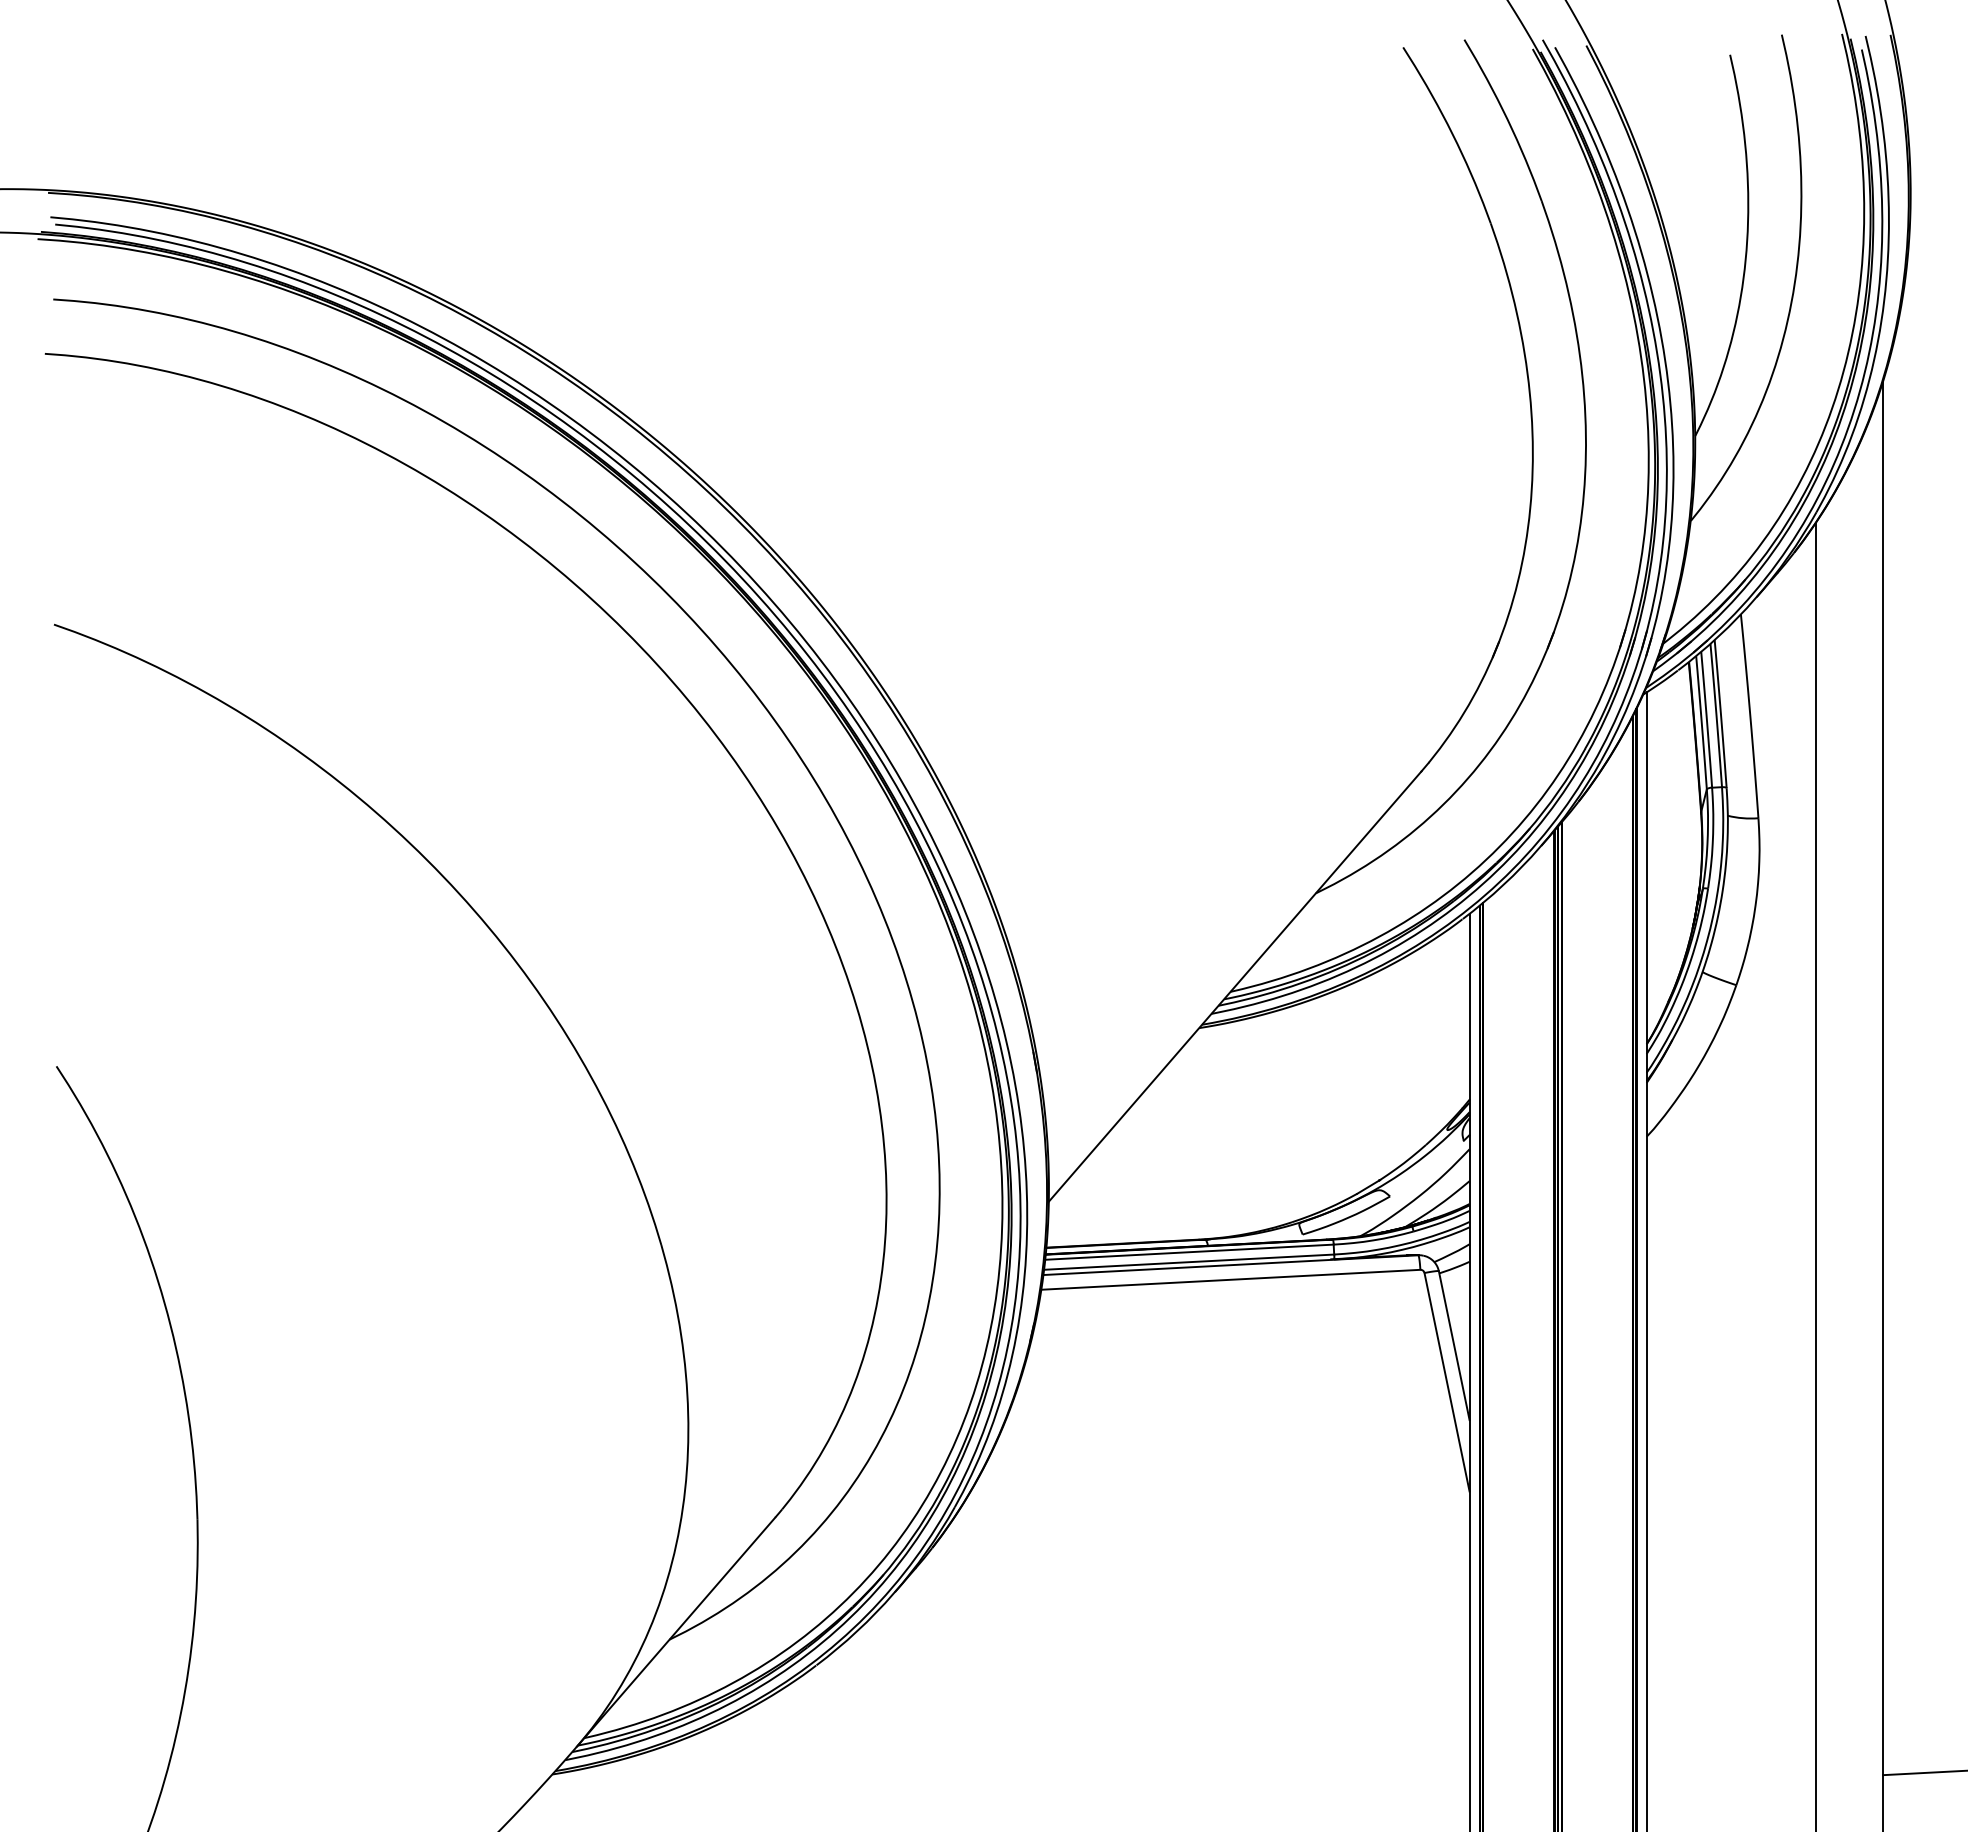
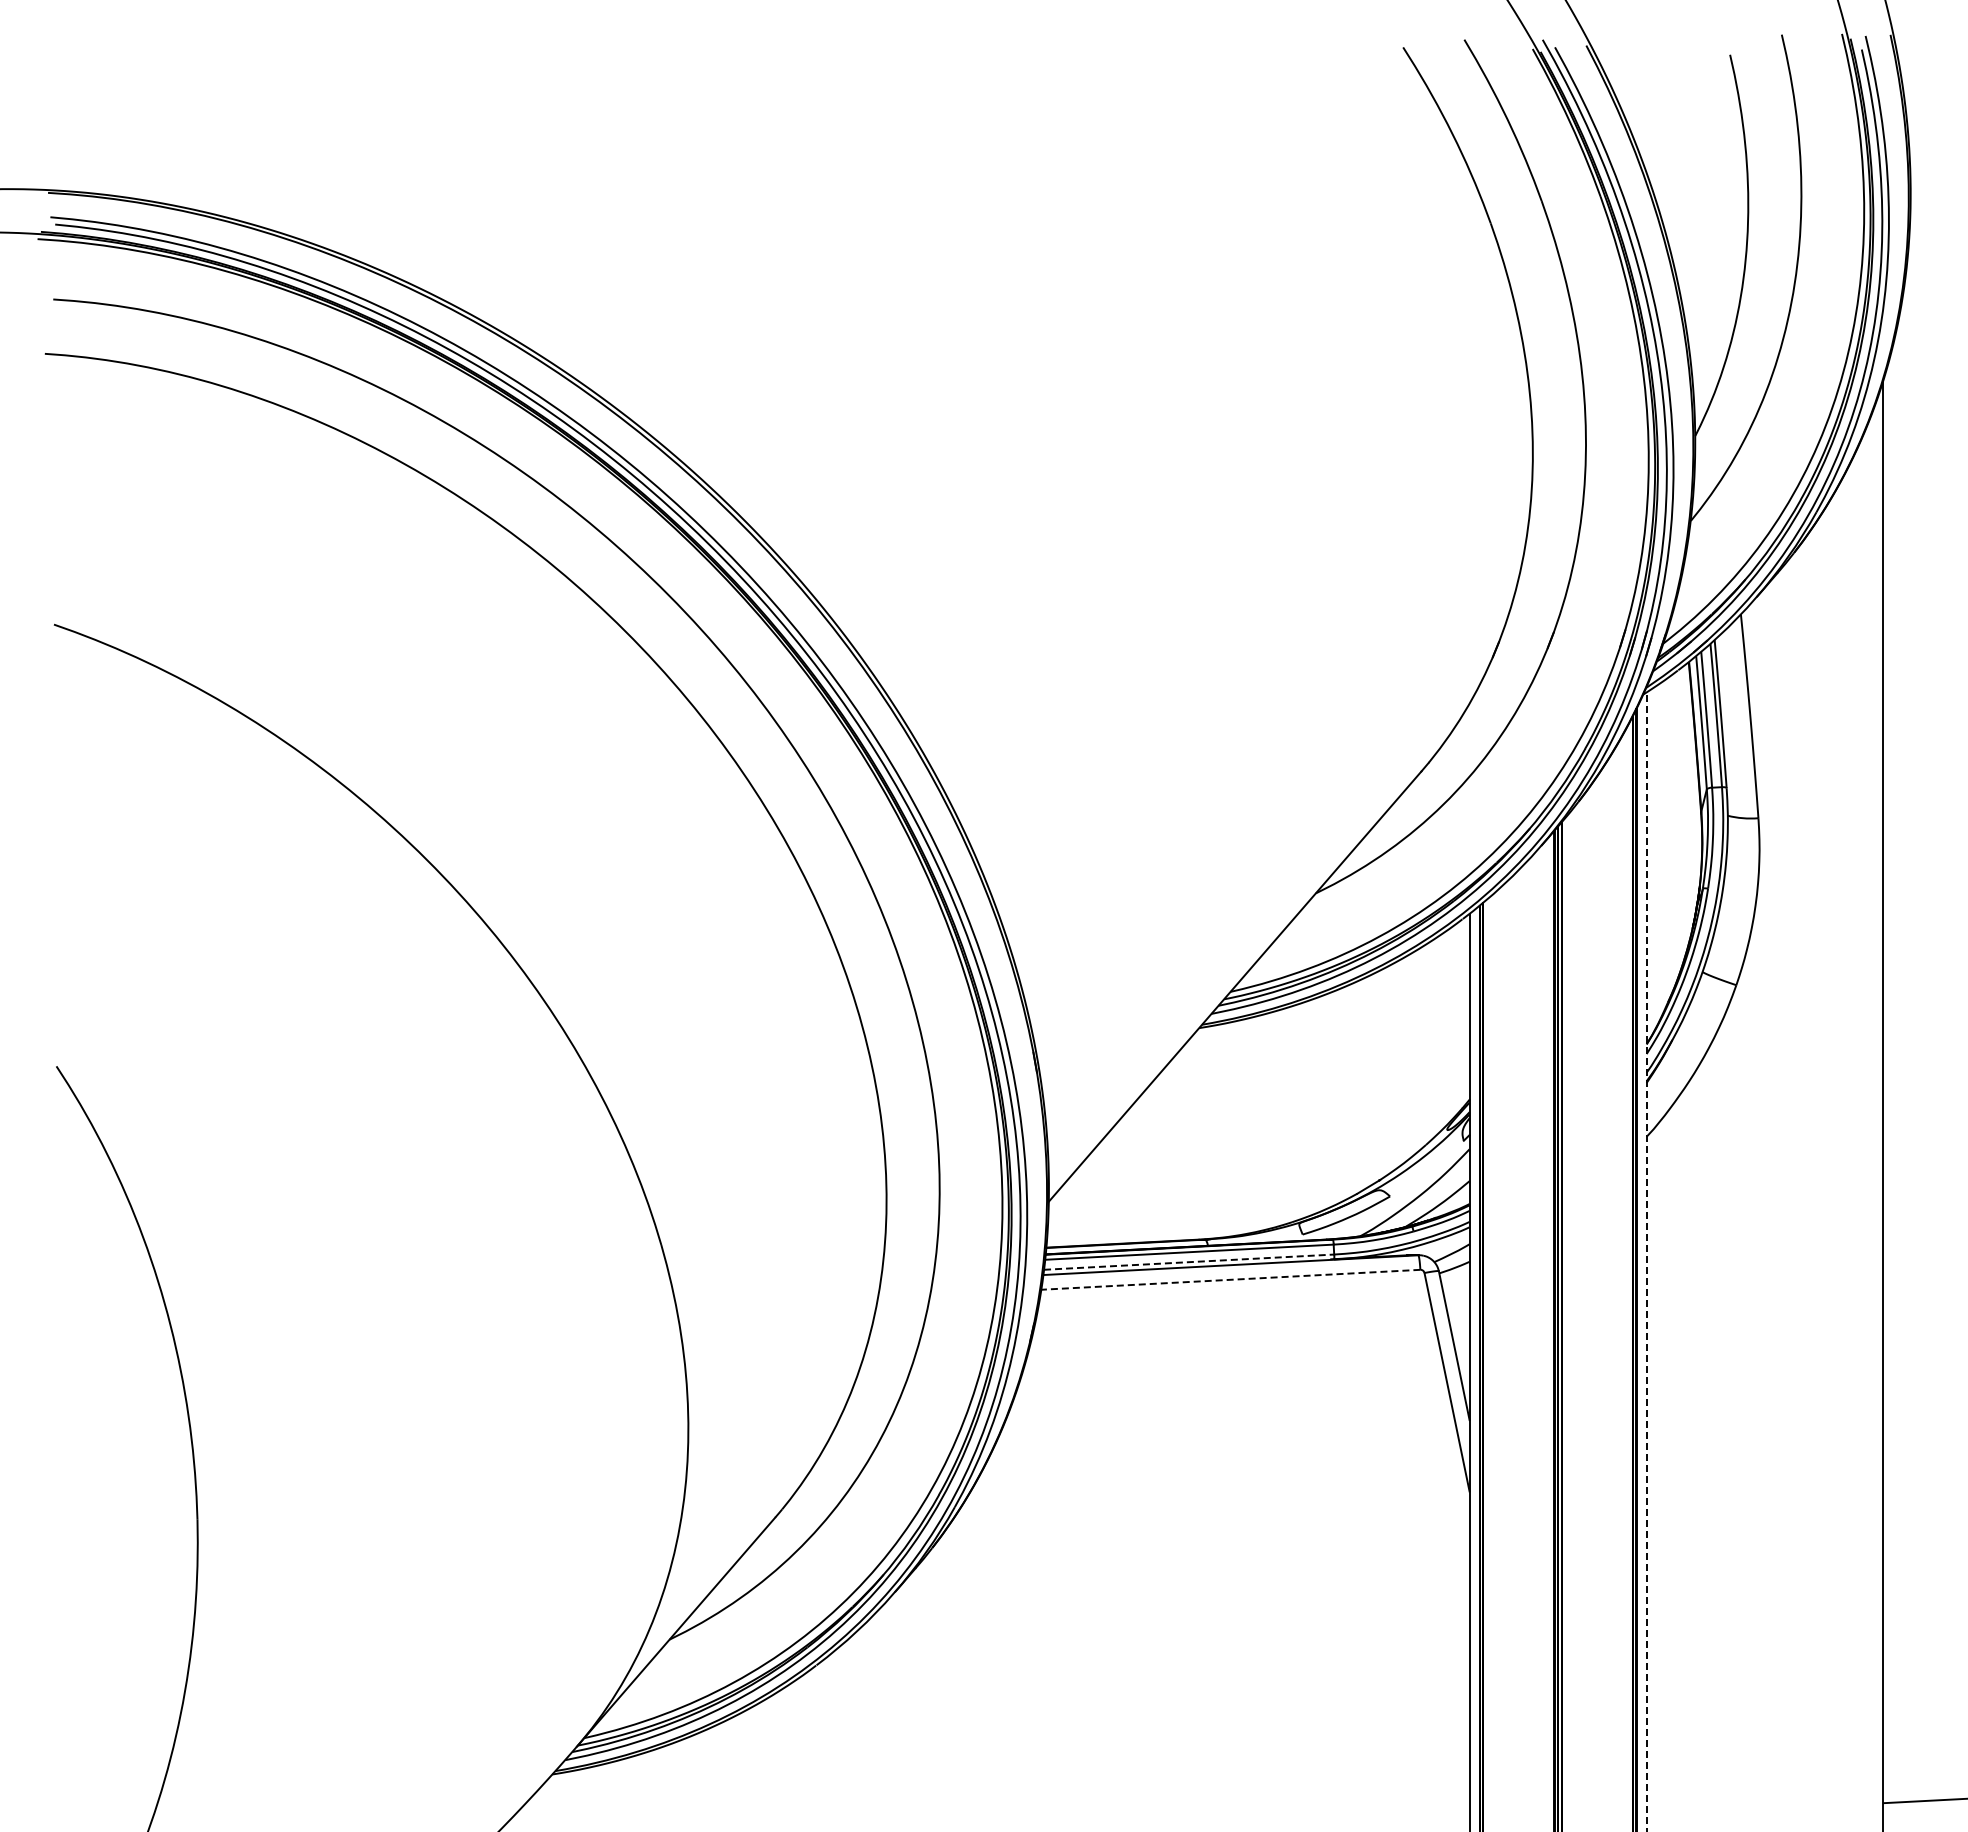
line at (1816, 1175): present -> none
line at (1646, 1261): solid -> dashed
line at (1189, 1262): solid -> dashed
line at (1230, 1279): solid -> dashed
line at (1923, 1772) position: (1923, 1772) -> (1924, 1800)
